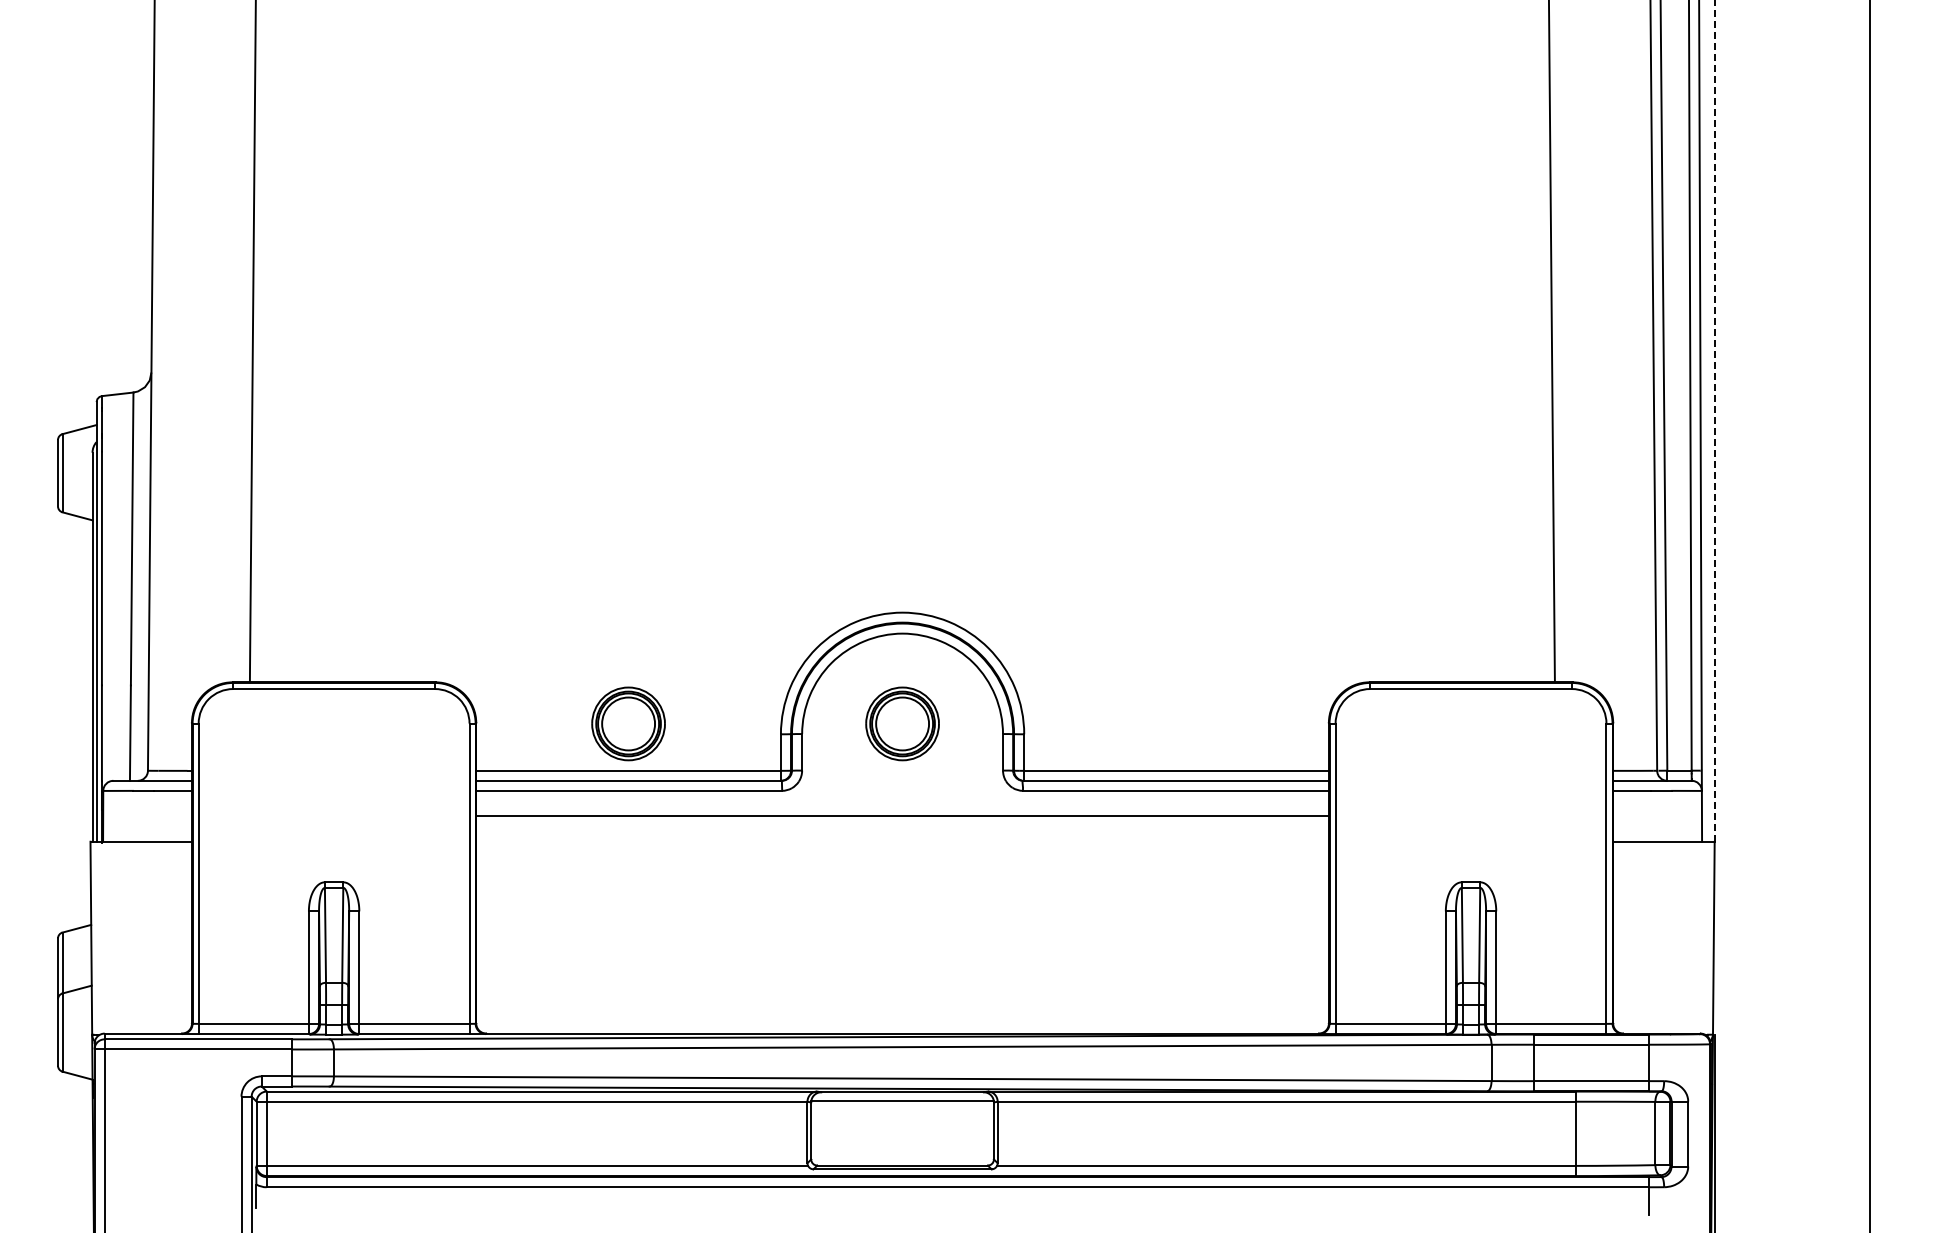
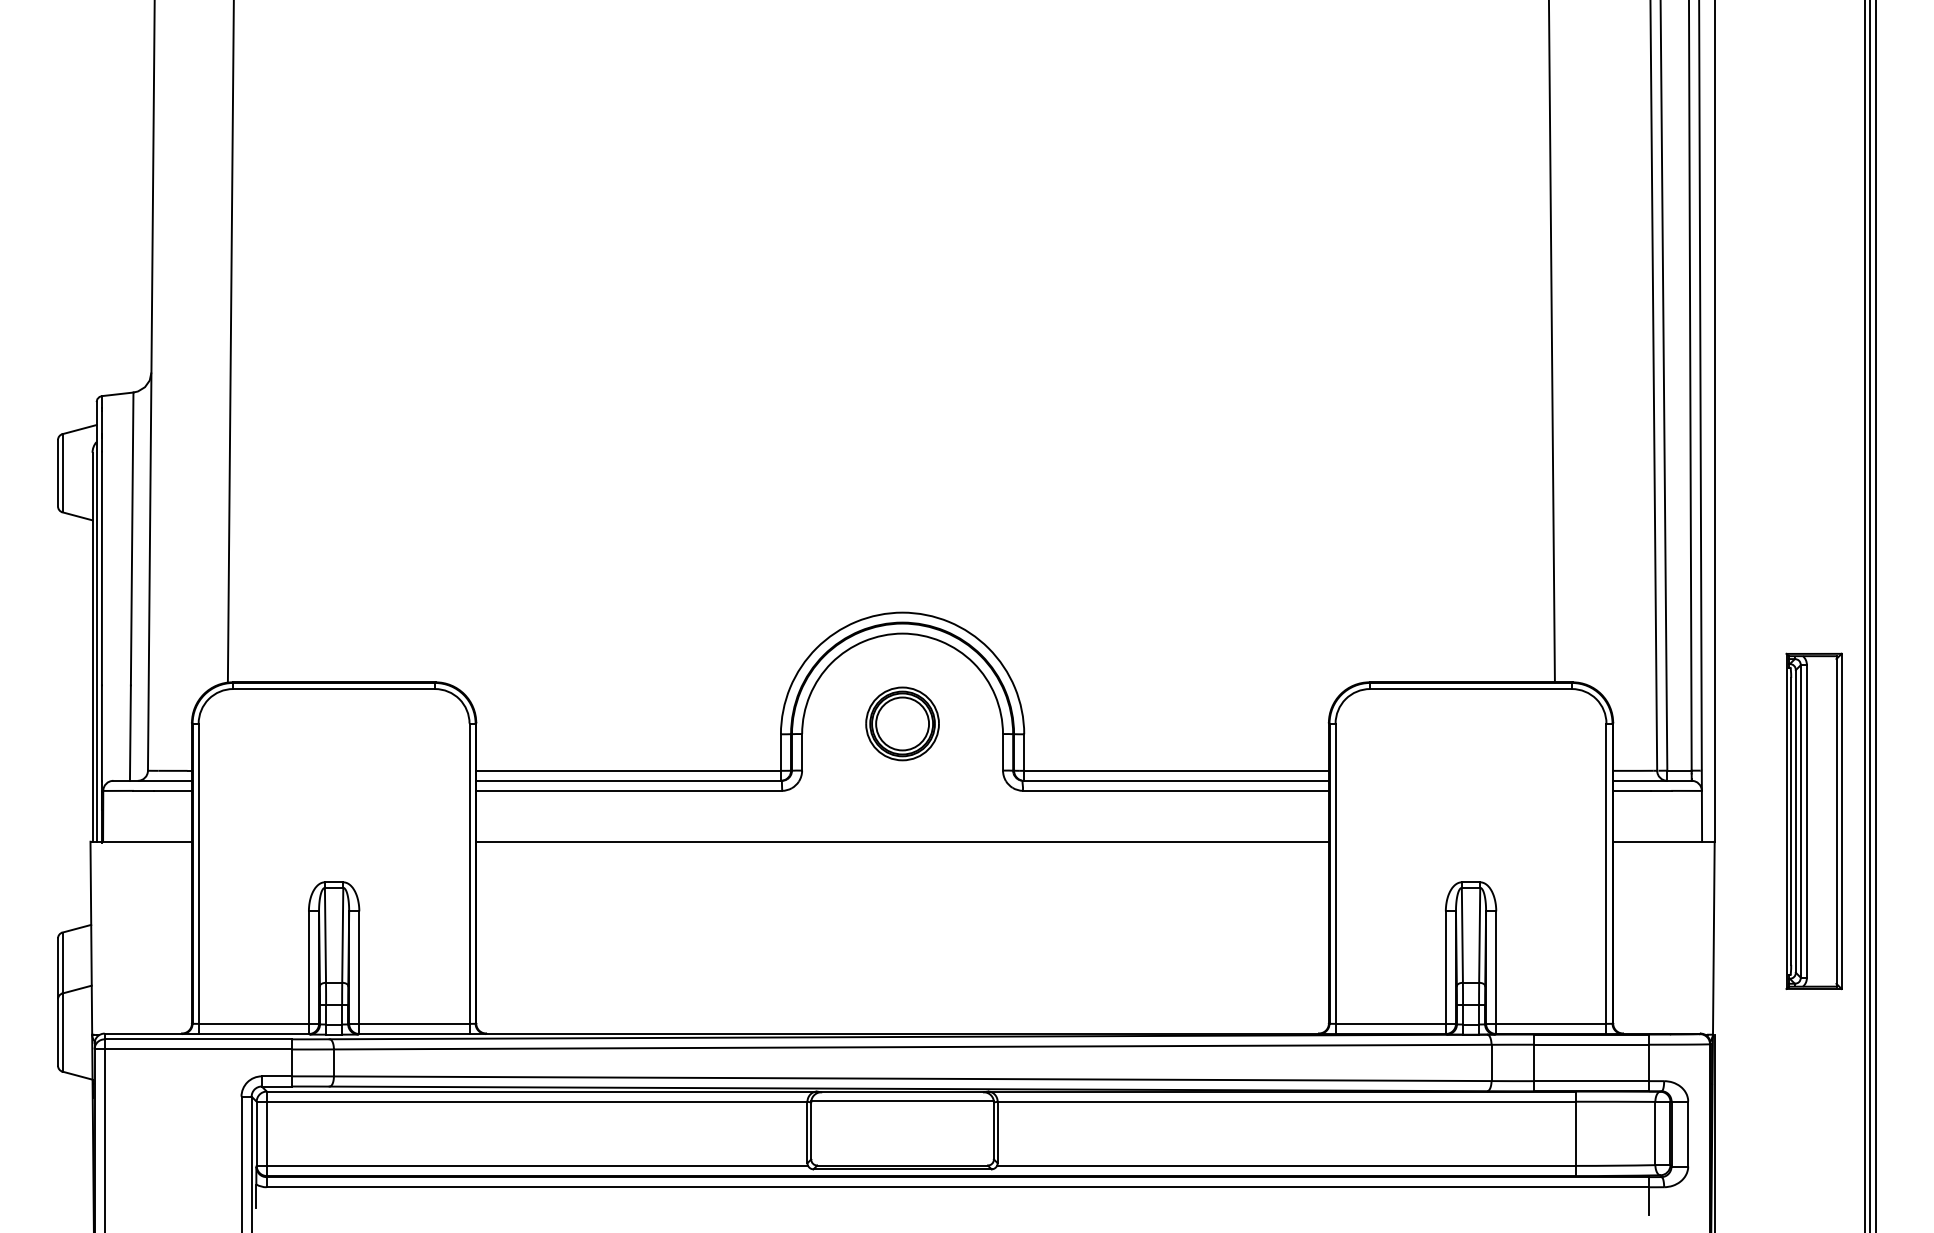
line at (252, 342) position: (252, 342) -> (230, 342)
line at (1714, 420): dashed -> solid
line at (1864, 615): none -> present
line at (1875, 615): none -> present
part at (628, 723): present -> none
line at (902, 815) position: (902, 815) -> (902, 841)
part at (1813, 821): none -> present
